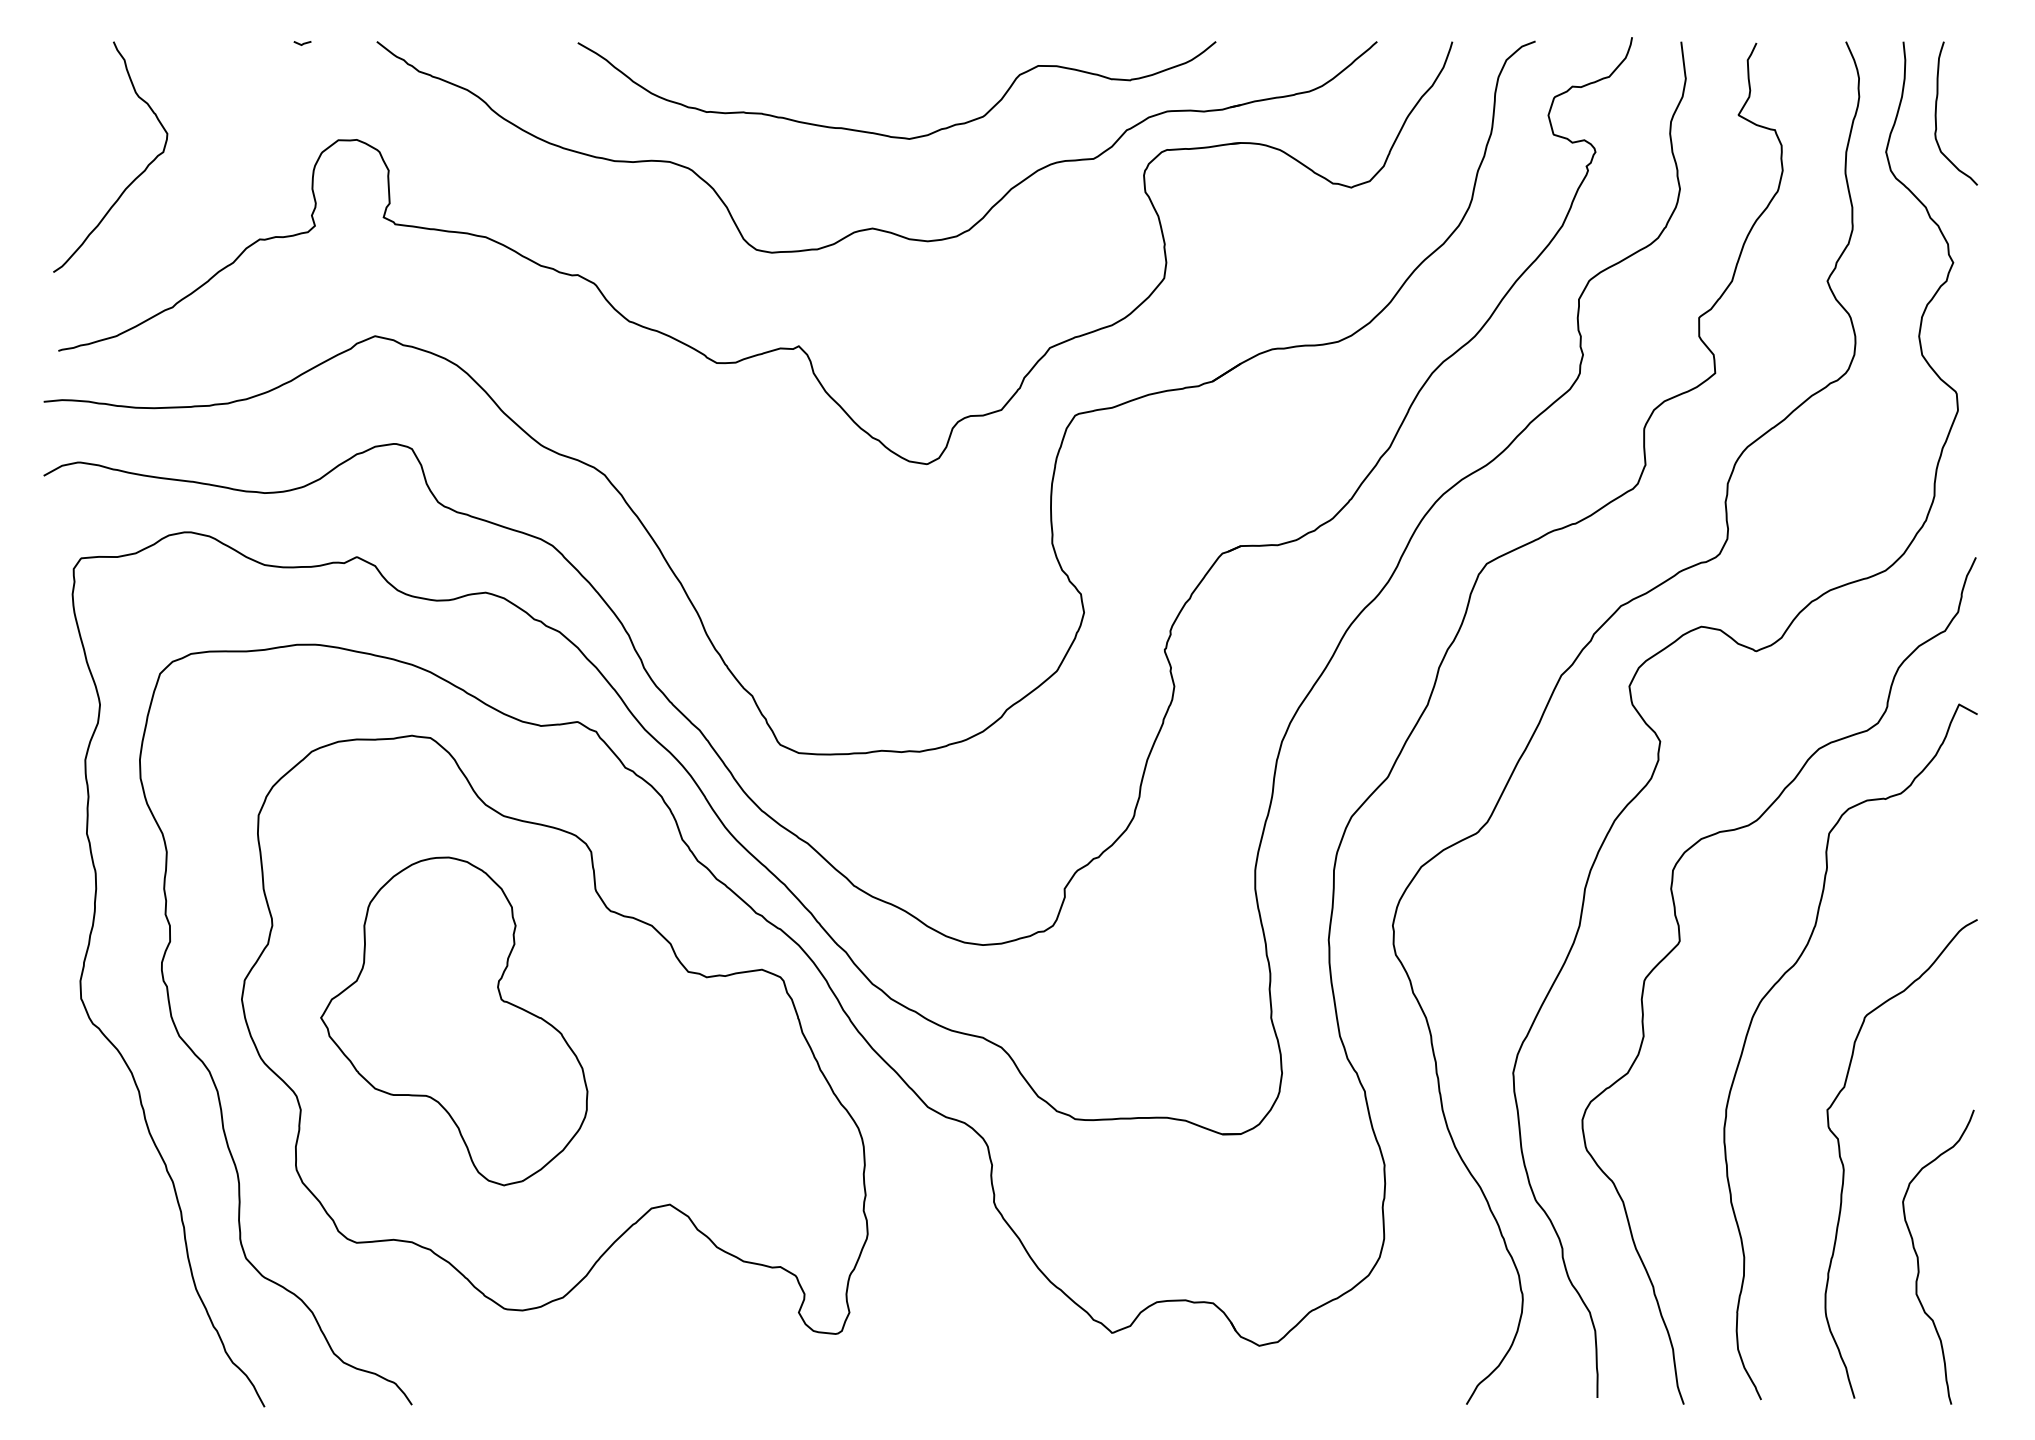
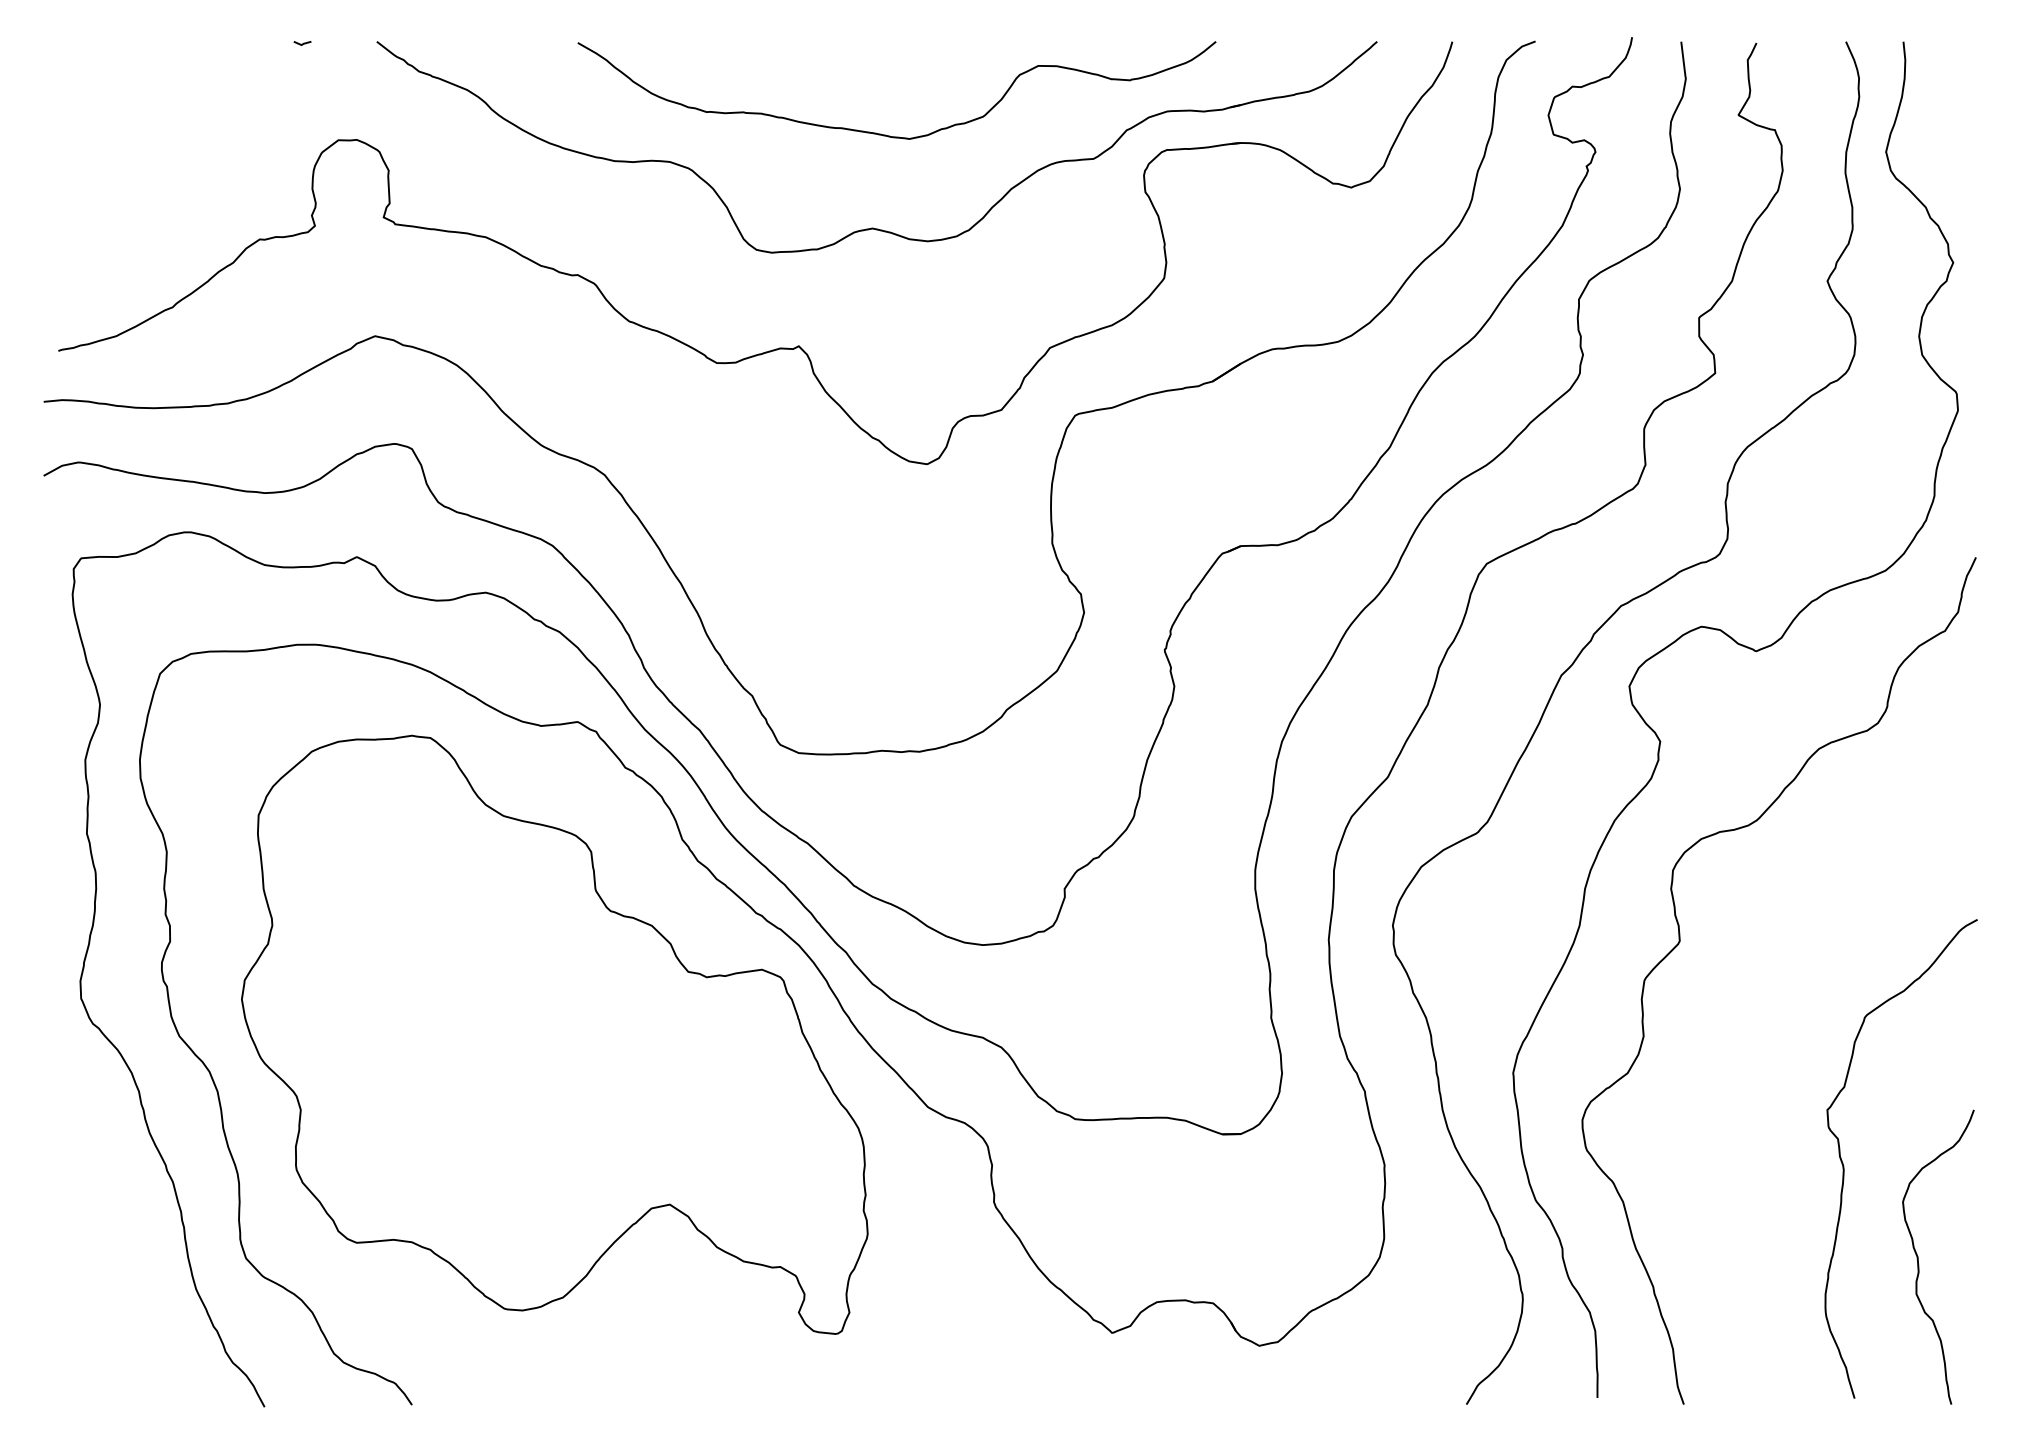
curve at (1936, 113): present -> none
curve at (133, 179): present -> none
curve at (1780, 980): present -> none
part at (454, 1021): present -> none
